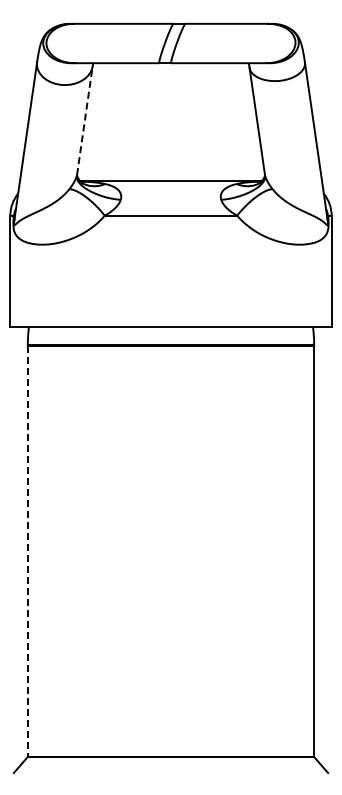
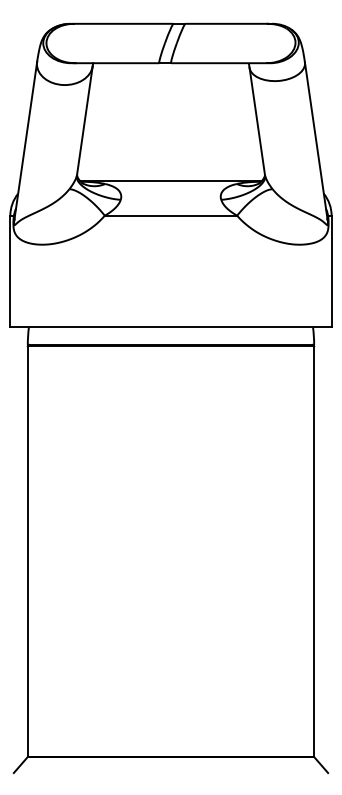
line at (84, 120): dashed -> solid
line at (27, 552): dashed -> solid
